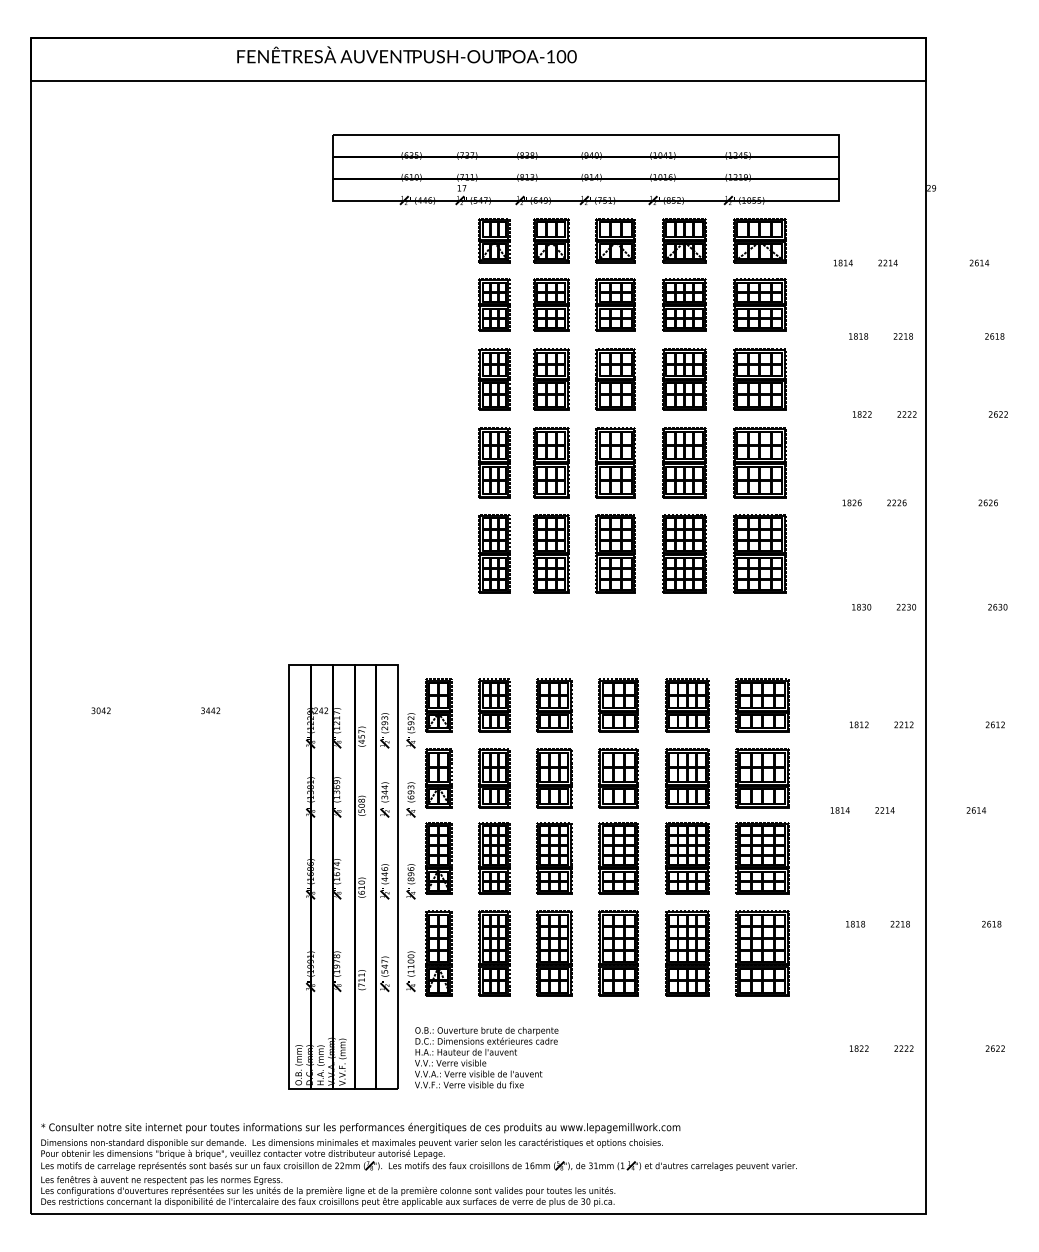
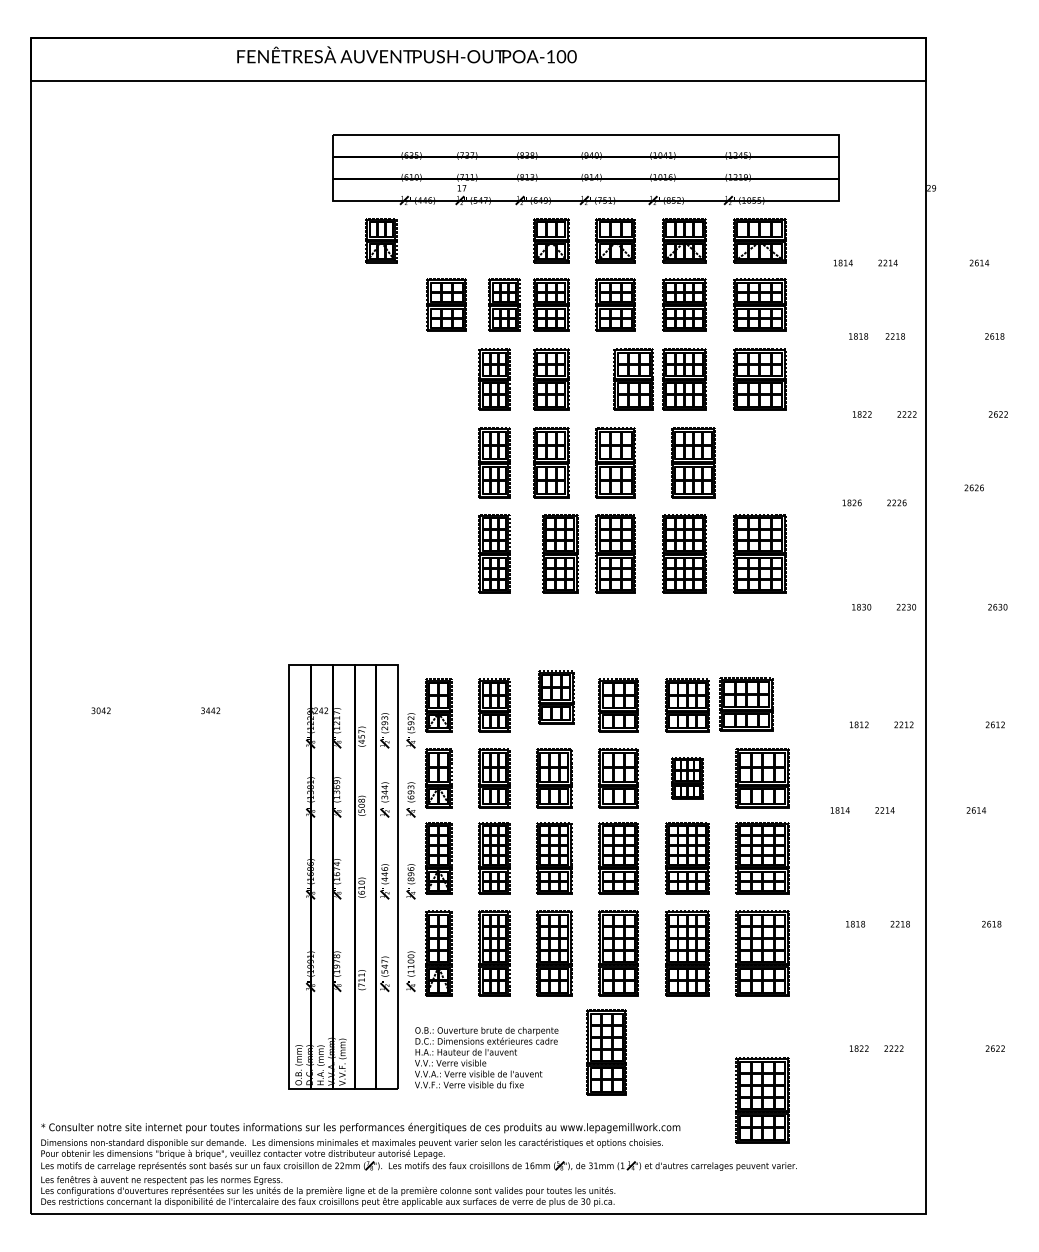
part at (494, 240) position: (494, 240) -> (381, 240)
part at (446, 304): none -> present
part at (494, 304) position: (494, 304) -> (504, 304)
text at (902, 336) position: (902, 336) -> (894, 336)
part at (615, 379) position: (615, 379) -> (633, 379)
part at (684, 462) position: (684, 462) -> (693, 462)
part at (759, 462): present -> none
text at (987, 502) position: (987, 502) -> (973, 487)
part at (551, 553) position: (551, 553) -> (560, 553)
part at (554, 705) position: (554, 705) -> (556, 697)
part at (762, 705) position: (762, 705) -> (746, 704)
part at (687, 778) size: 45x61 px -> 33x43 px
text at (903, 1048) position: (903, 1048) -> (893, 1048)
part at (606, 1052): none -> present
part at (762, 1100): none -> present
